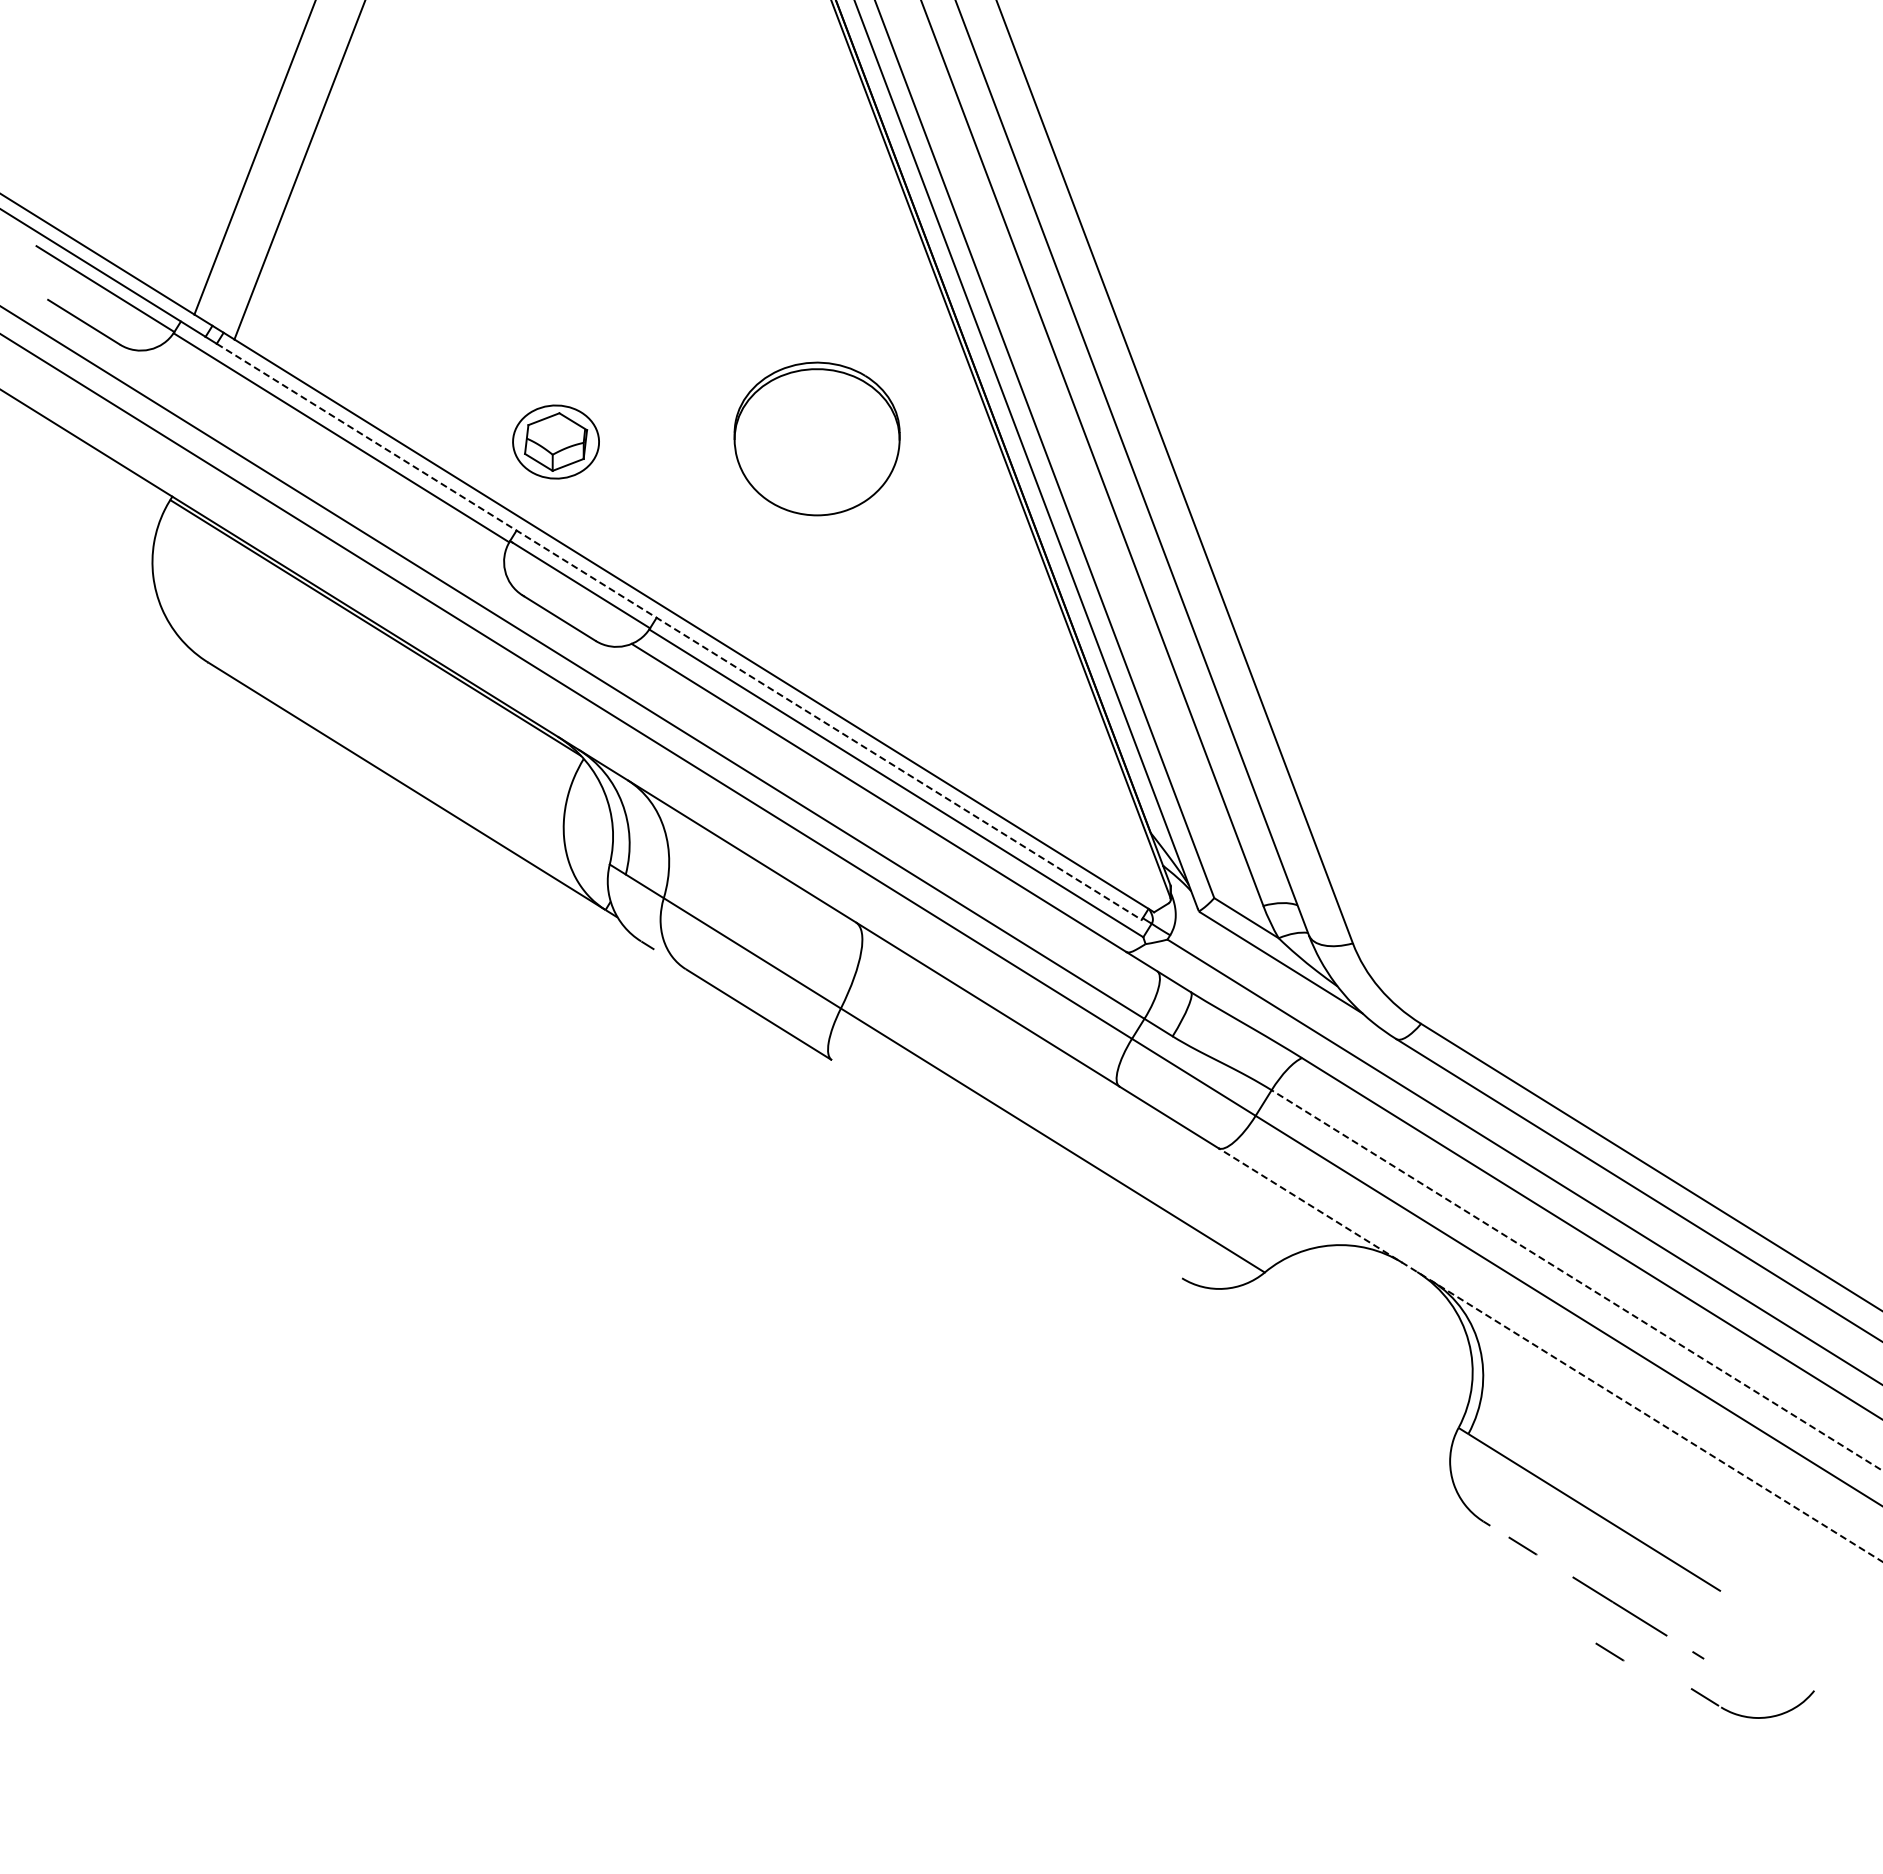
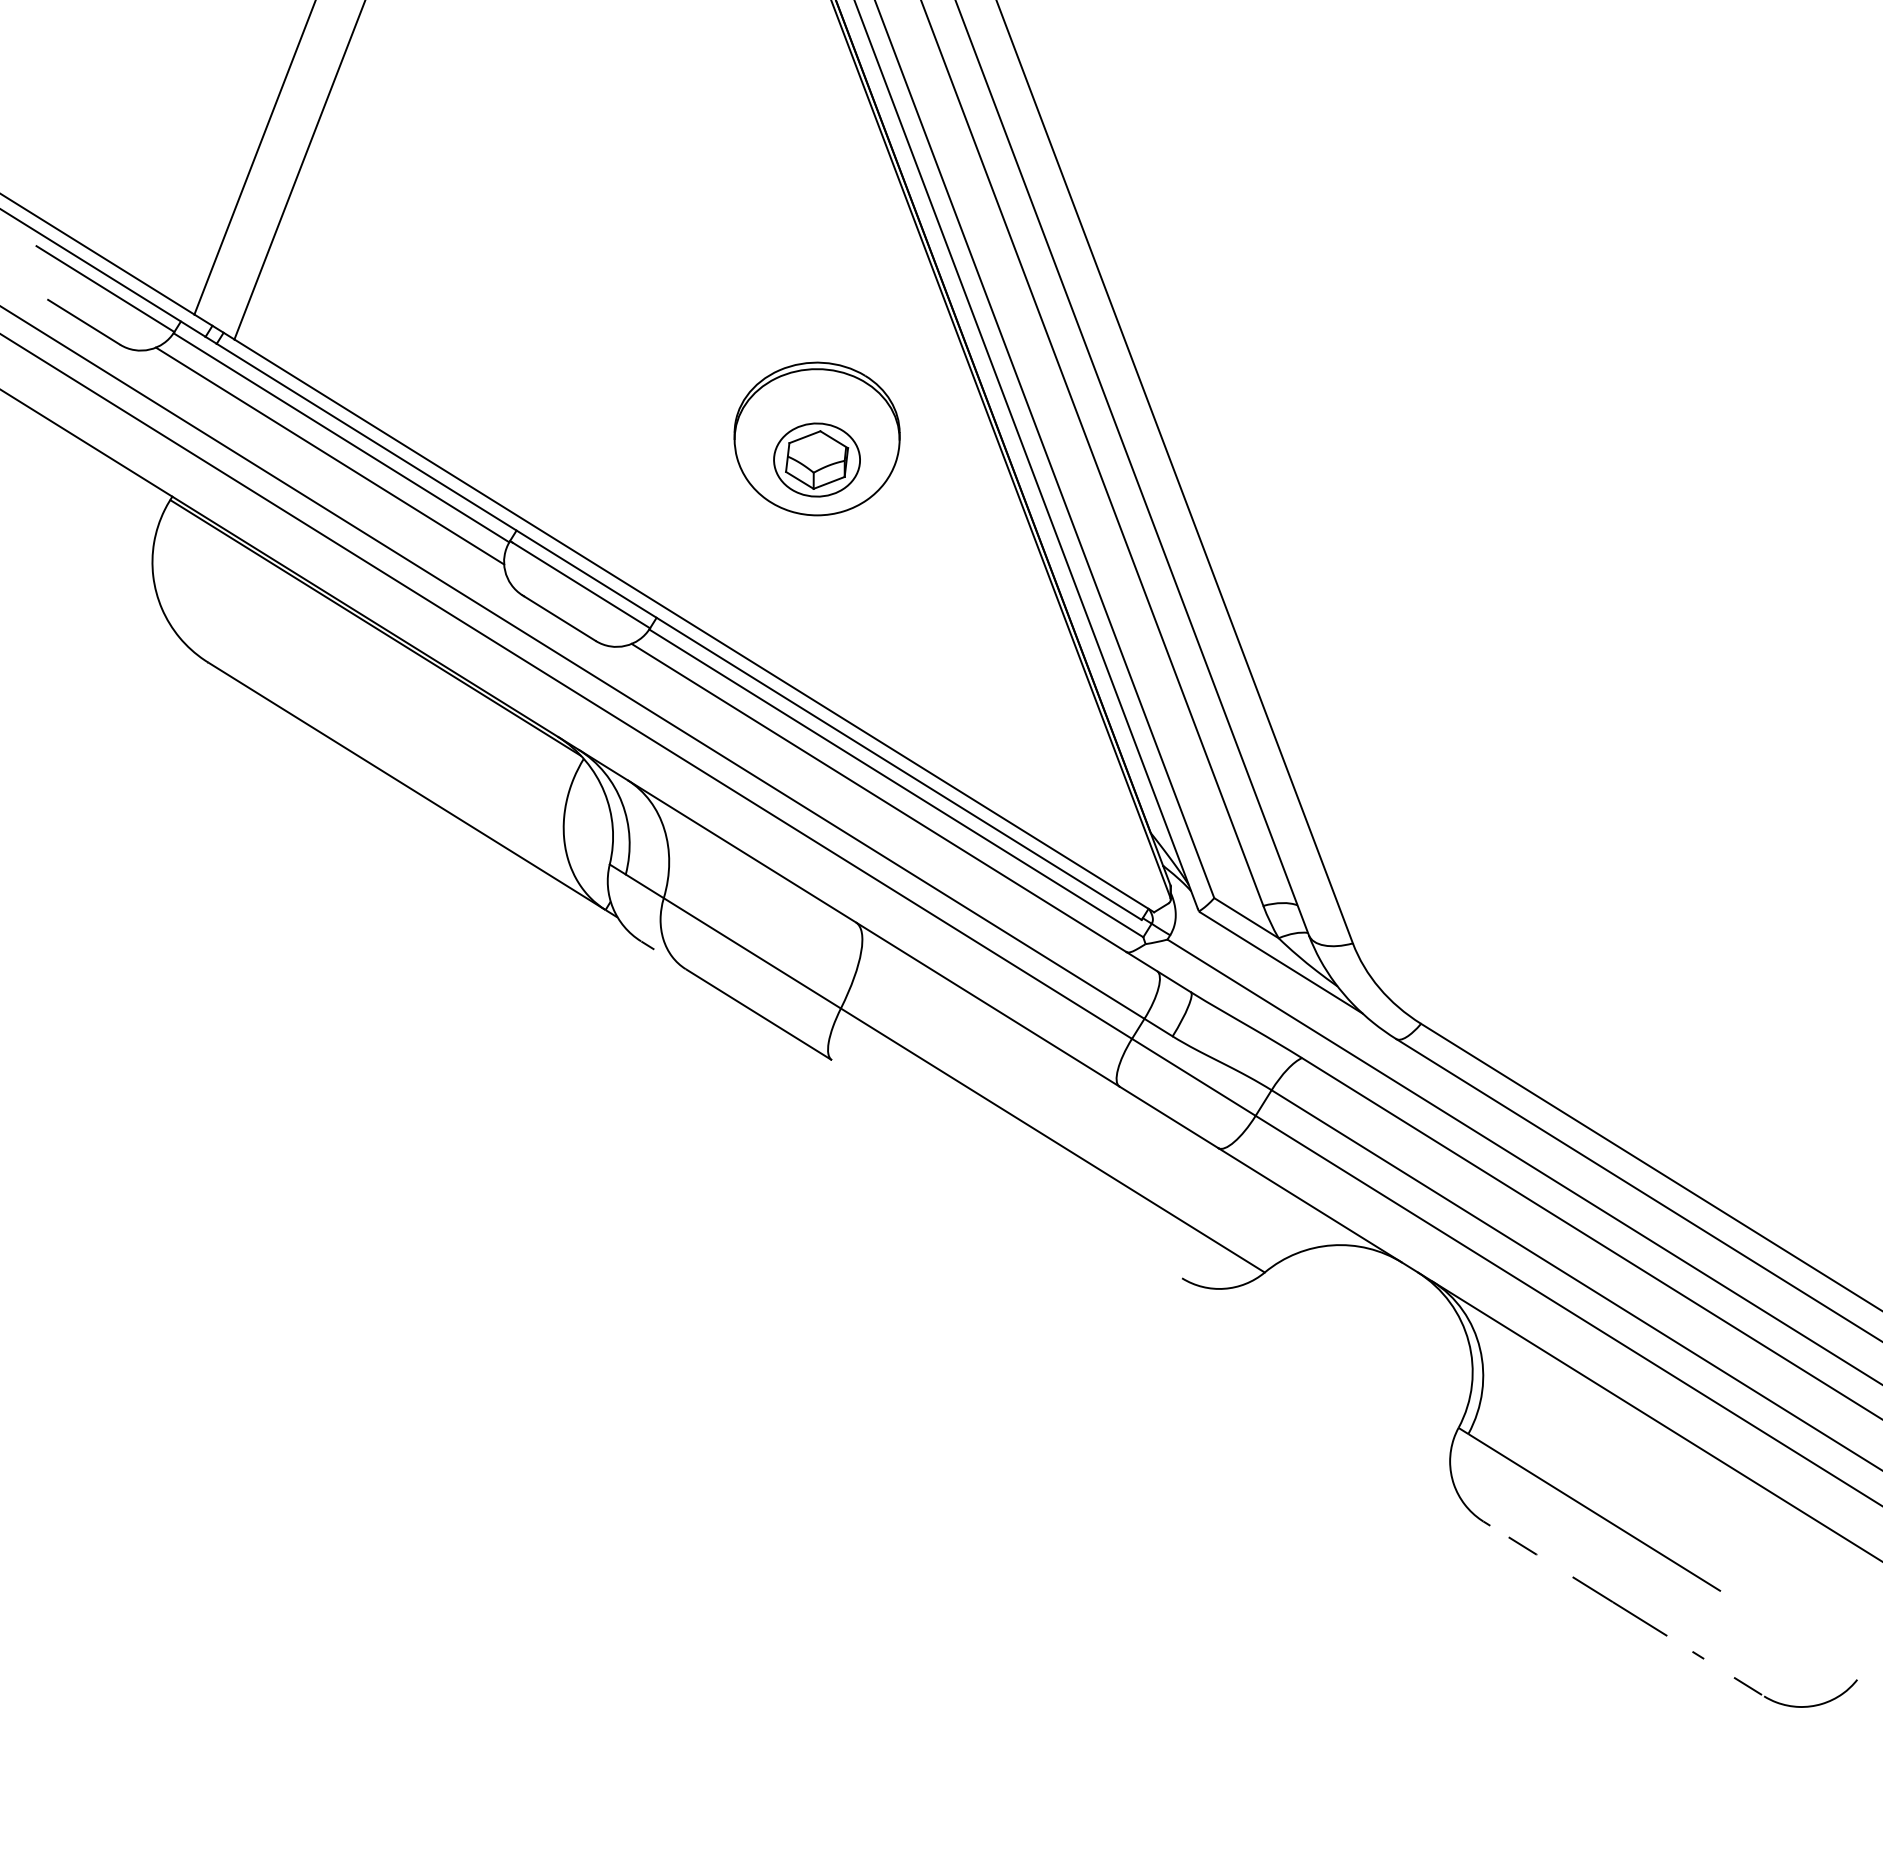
part at (555, 441) position: (555, 441) -> (816, 459)
line at (330, 455): none -> present
line at (679, 631): dashed -> solid
line at (1577, 1280): dashed -> solid
line at (1550, 1354): dashed -> solid
line at (1609, 1651): present -> none
part at (1752, 1716) position: (1752, 1716) -> (1795, 1705)
